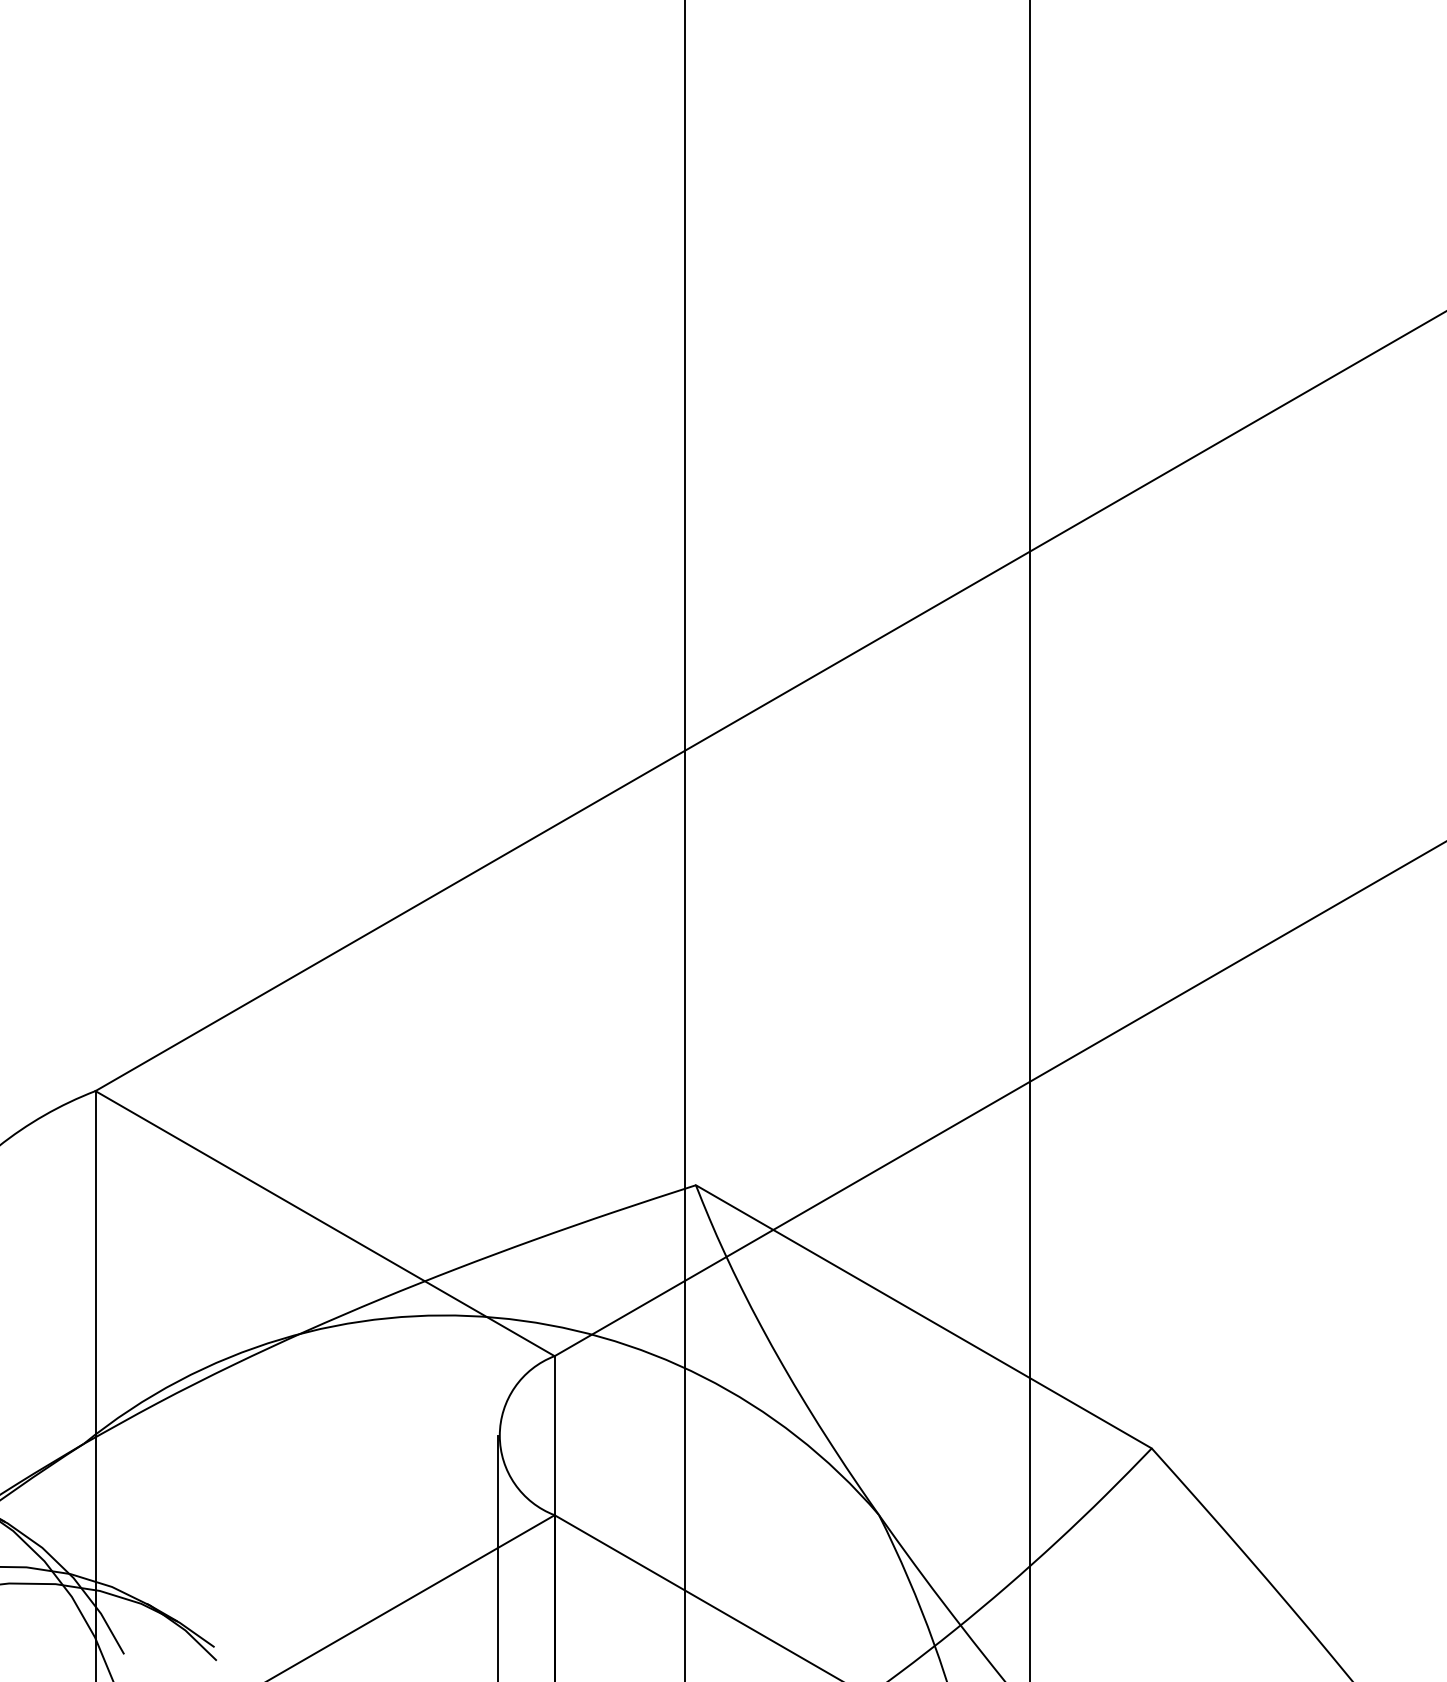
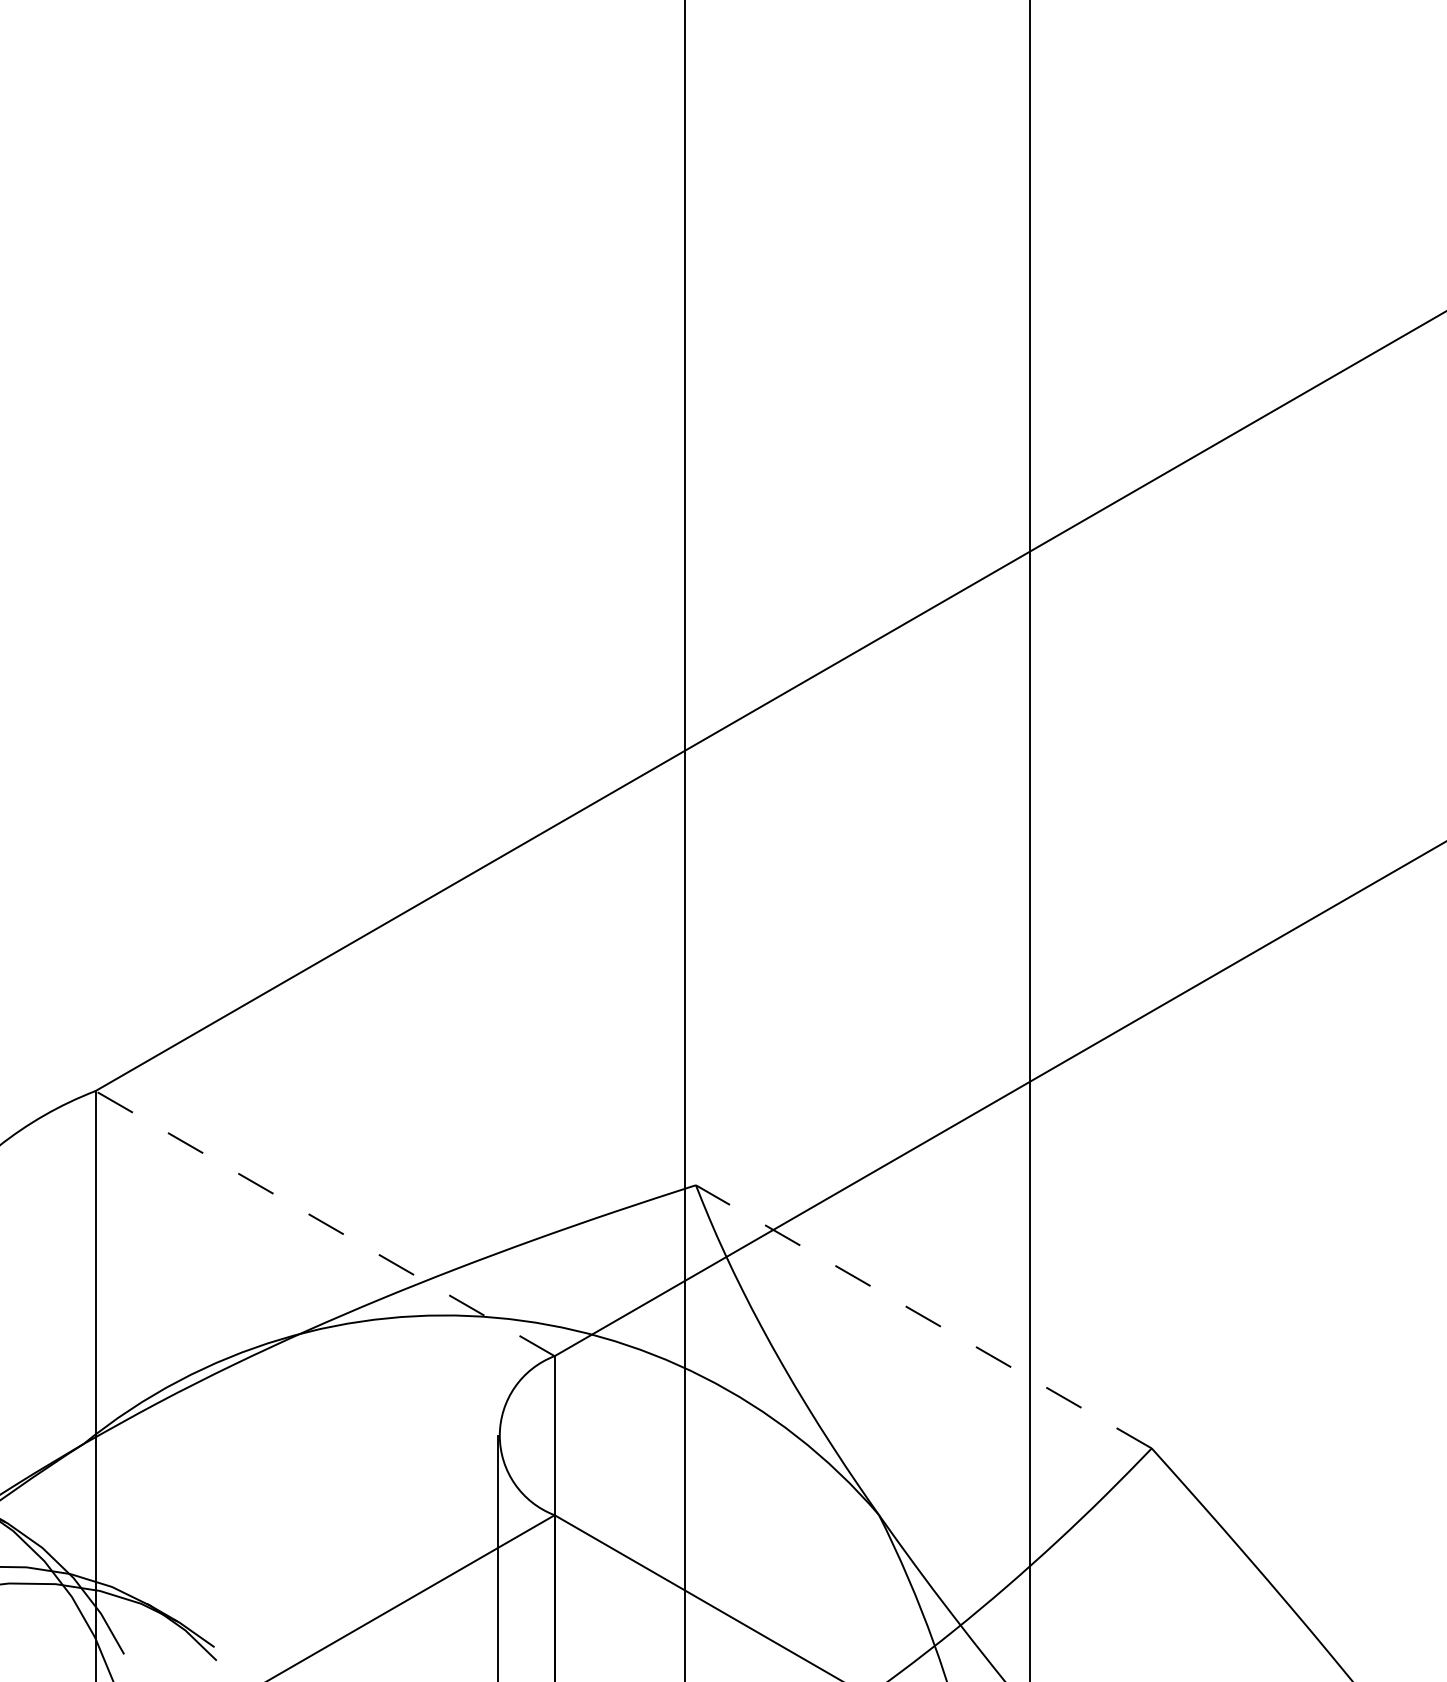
line at (324, 1223): solid -> dashed
line at (923, 1316): solid -> dashed
